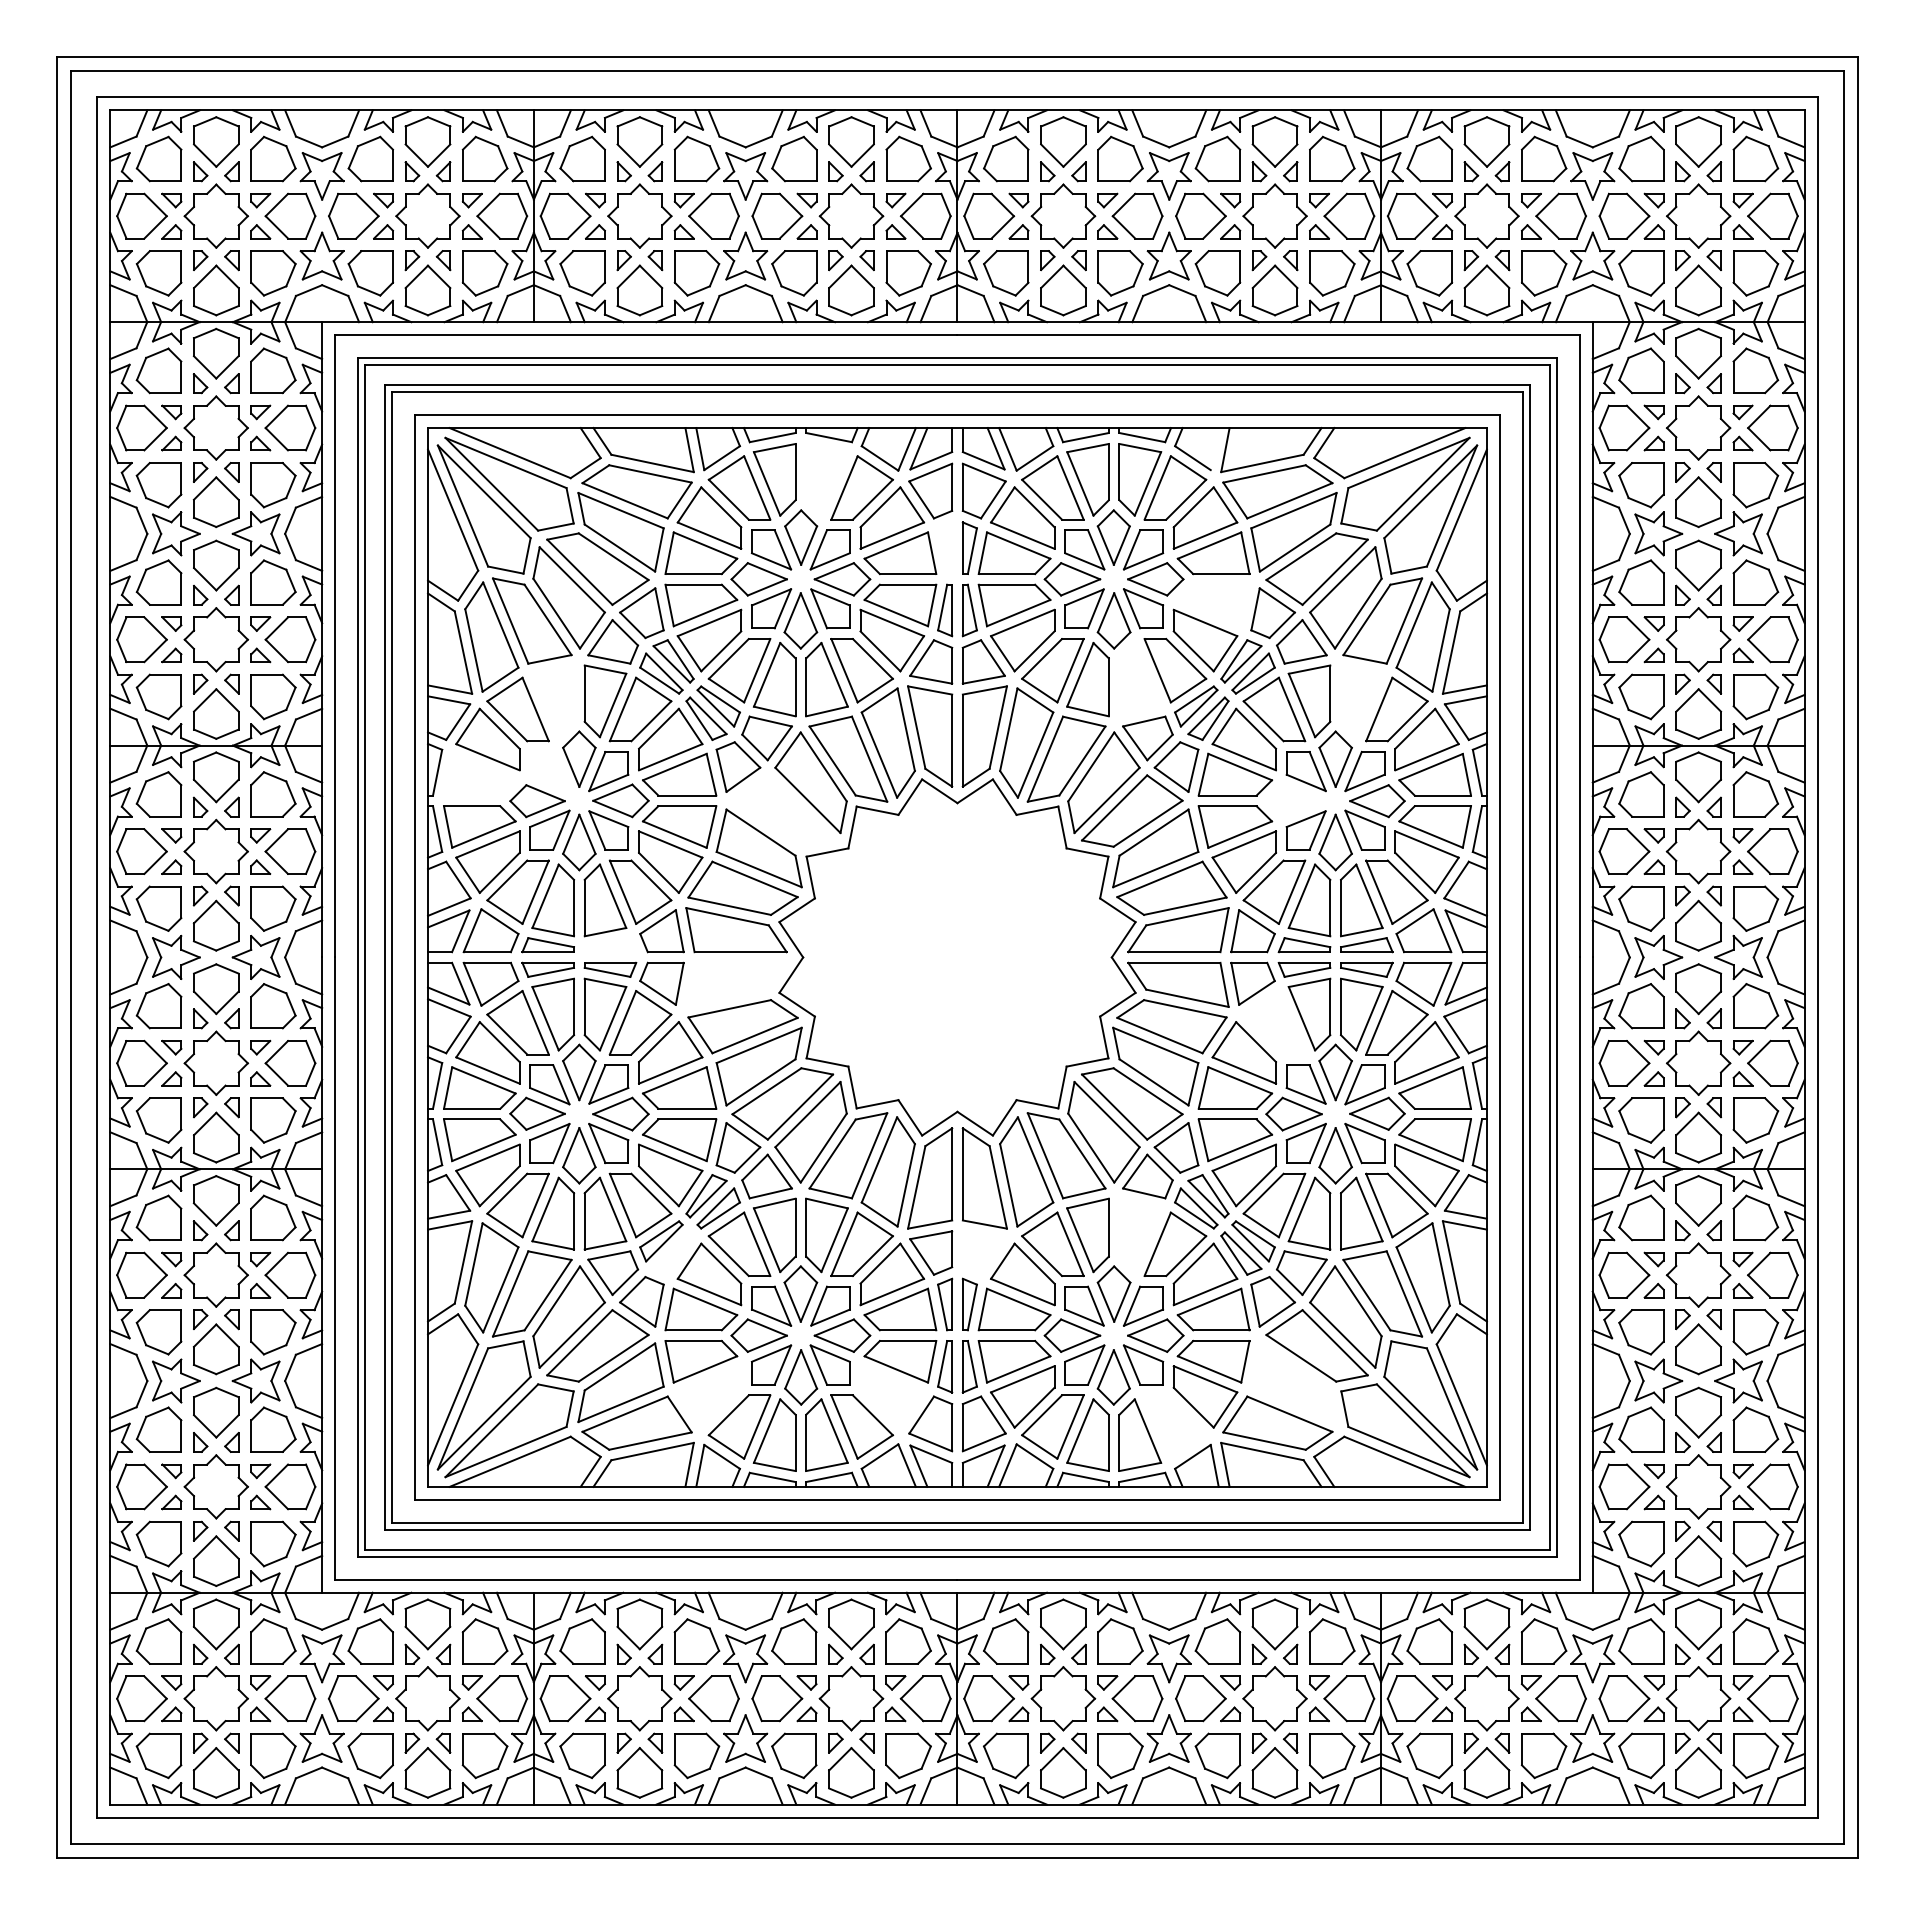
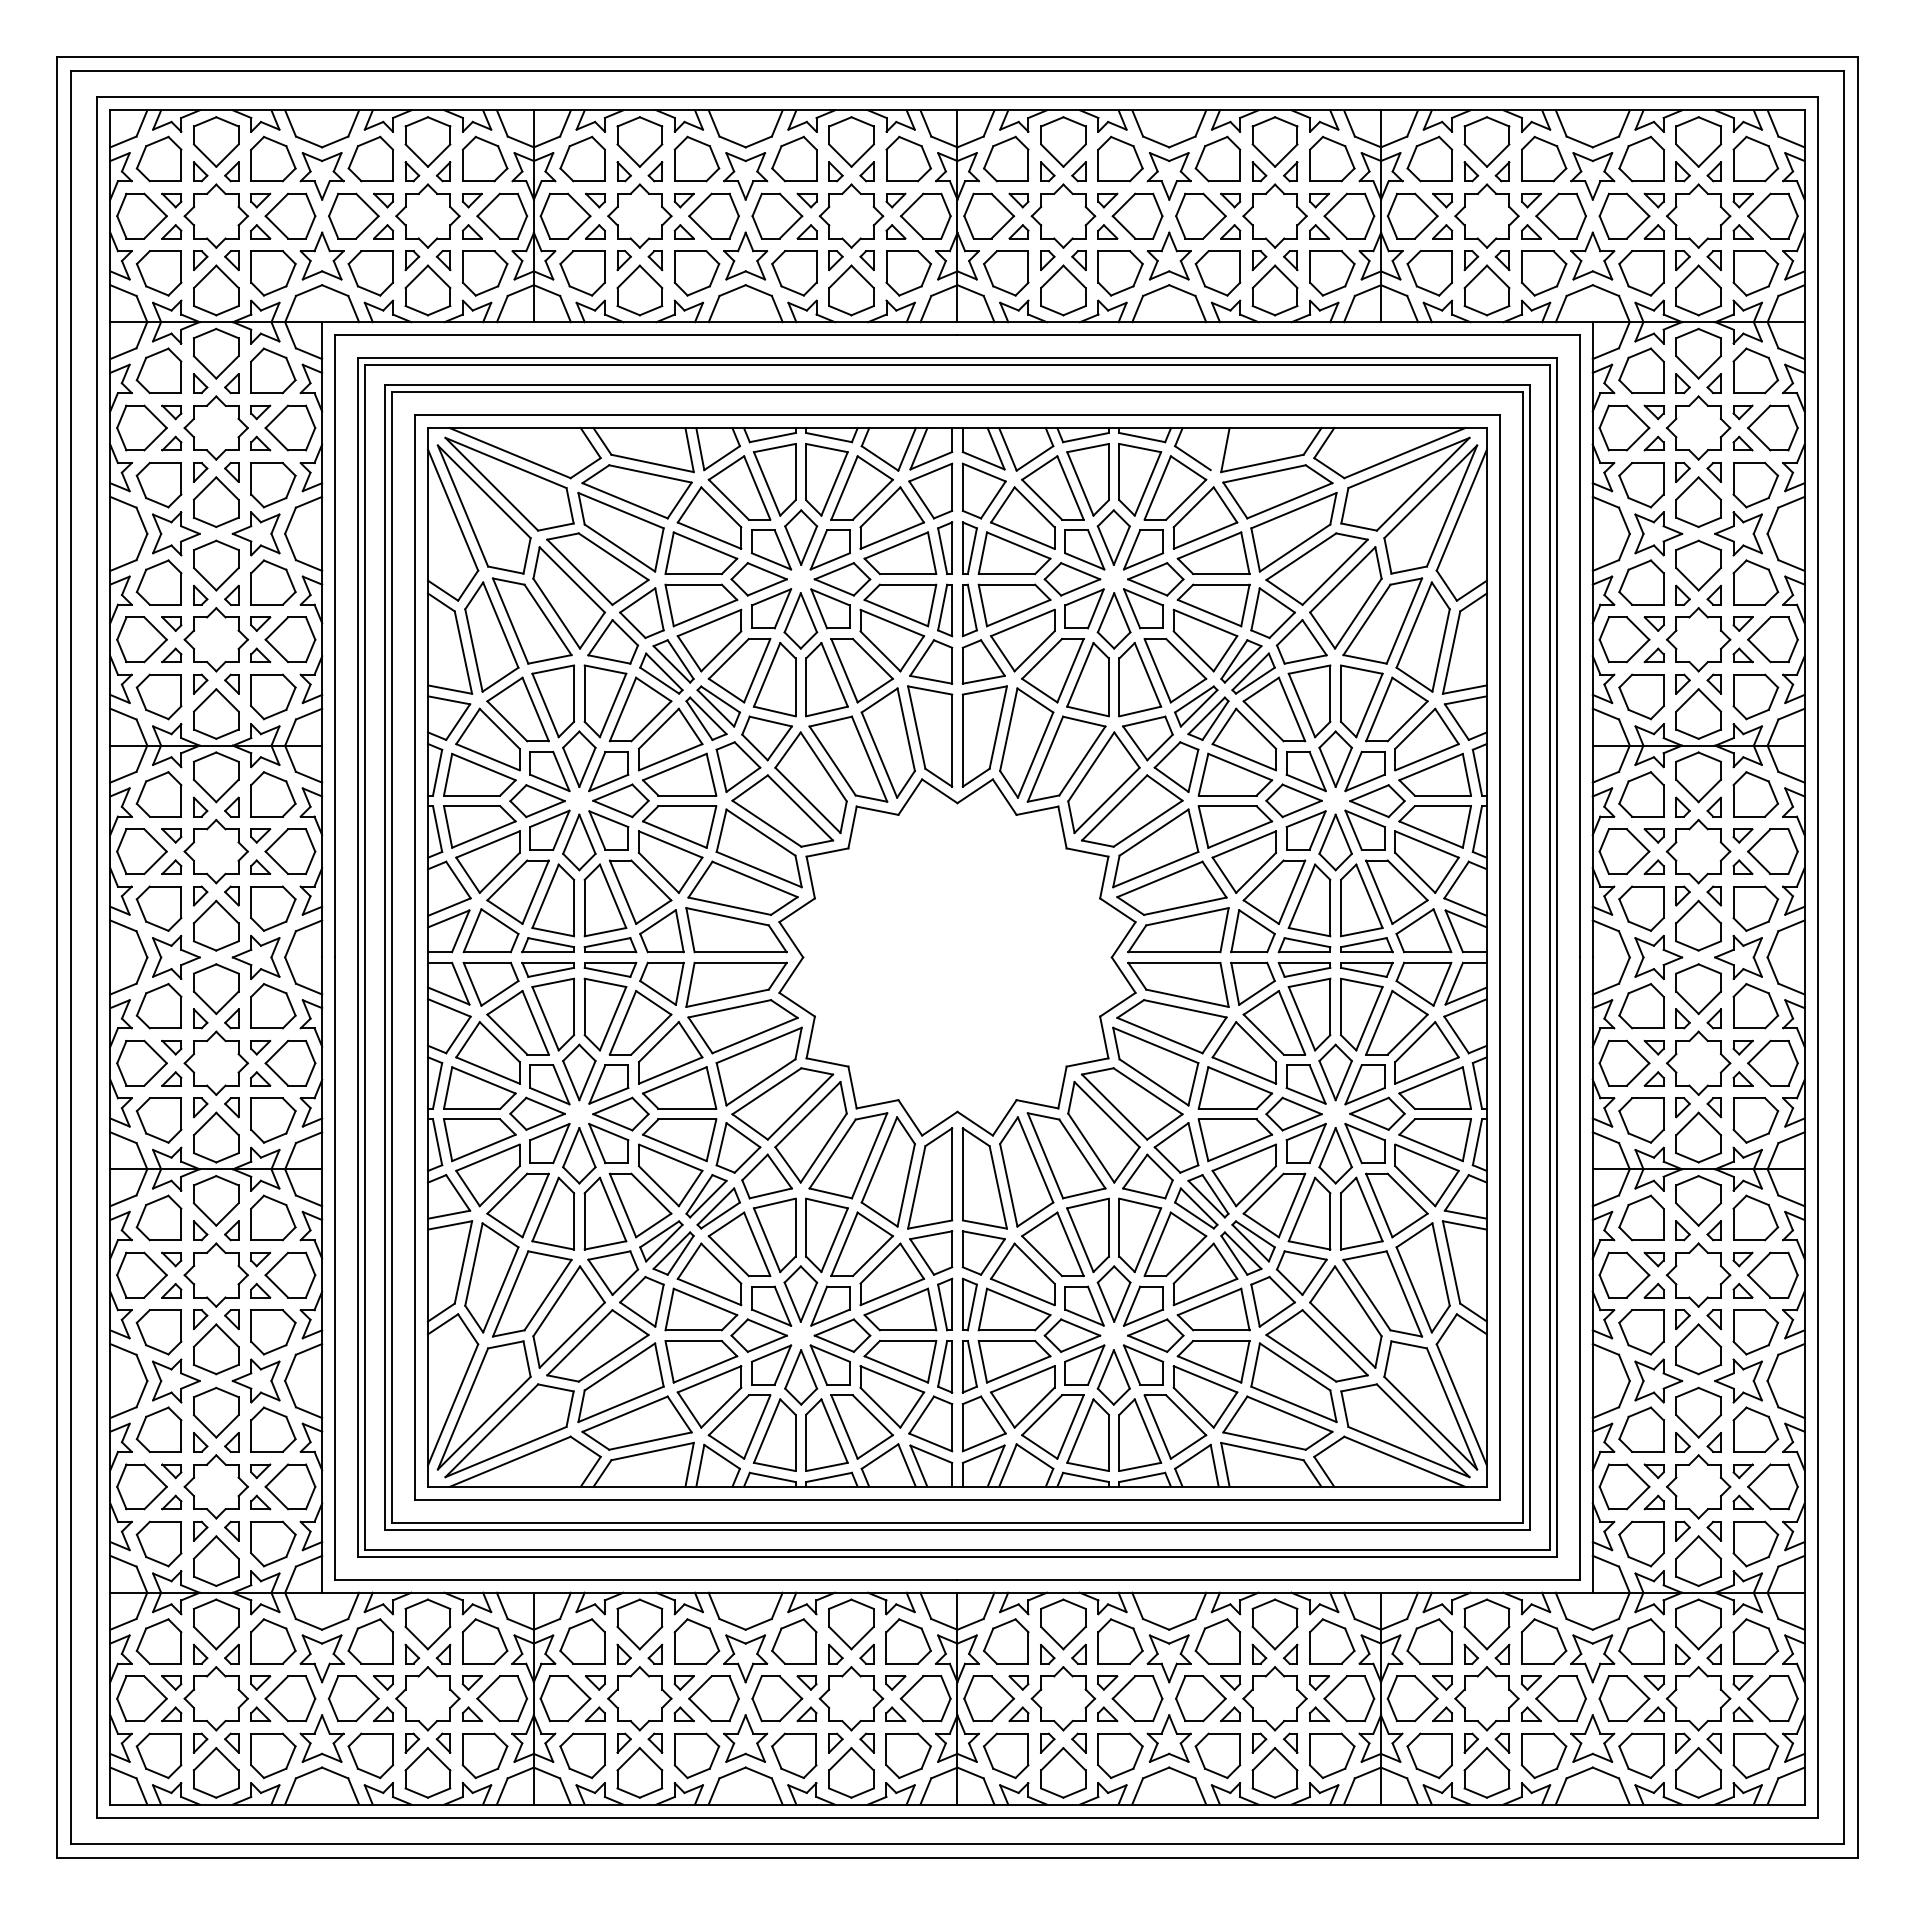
part at (826, 479): none -> present
part at (945, 547): none -> present
part at (1213, 605): none -> present
part at (1140, 679): none -> present
part at (553, 701): none -> present
part at (1361, 701): none -> present
part at (549, 771): none -> present
part at (479, 774): none -> present
part at (1293, 800): none -> present
part at (782, 810): none -> present
part at (610, 945): none -> present
part at (736, 984): none -> present
part at (1274, 1022): none -> present
part at (1140, 1234): none -> present
part at (983, 1252): none -> present
part at (673, 1253): none -> present
part at (1293, 1382): none -> present
part at (709, 1396): none -> present
part at (892, 1396): none -> present
part at (1175, 1426): none -> present
